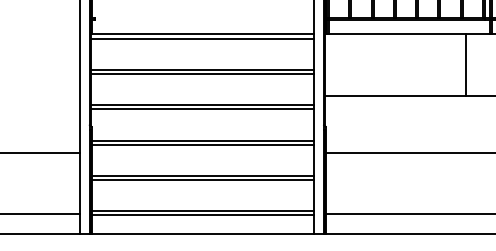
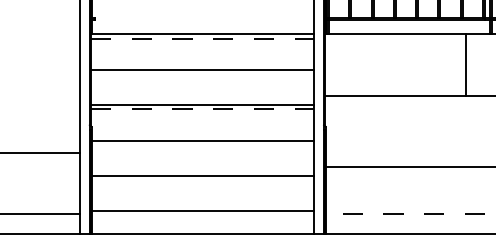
line at (202, 38): solid -> dashed
line at (201, 73): present -> none
line at (202, 109): solid -> dashed
line at (202, 144): present -> none
line at (408, 152) position: (408, 152) -> (408, 166)
line at (202, 180): present -> none
line at (410, 213): solid -> dashed
line at (202, 215): present -> none
